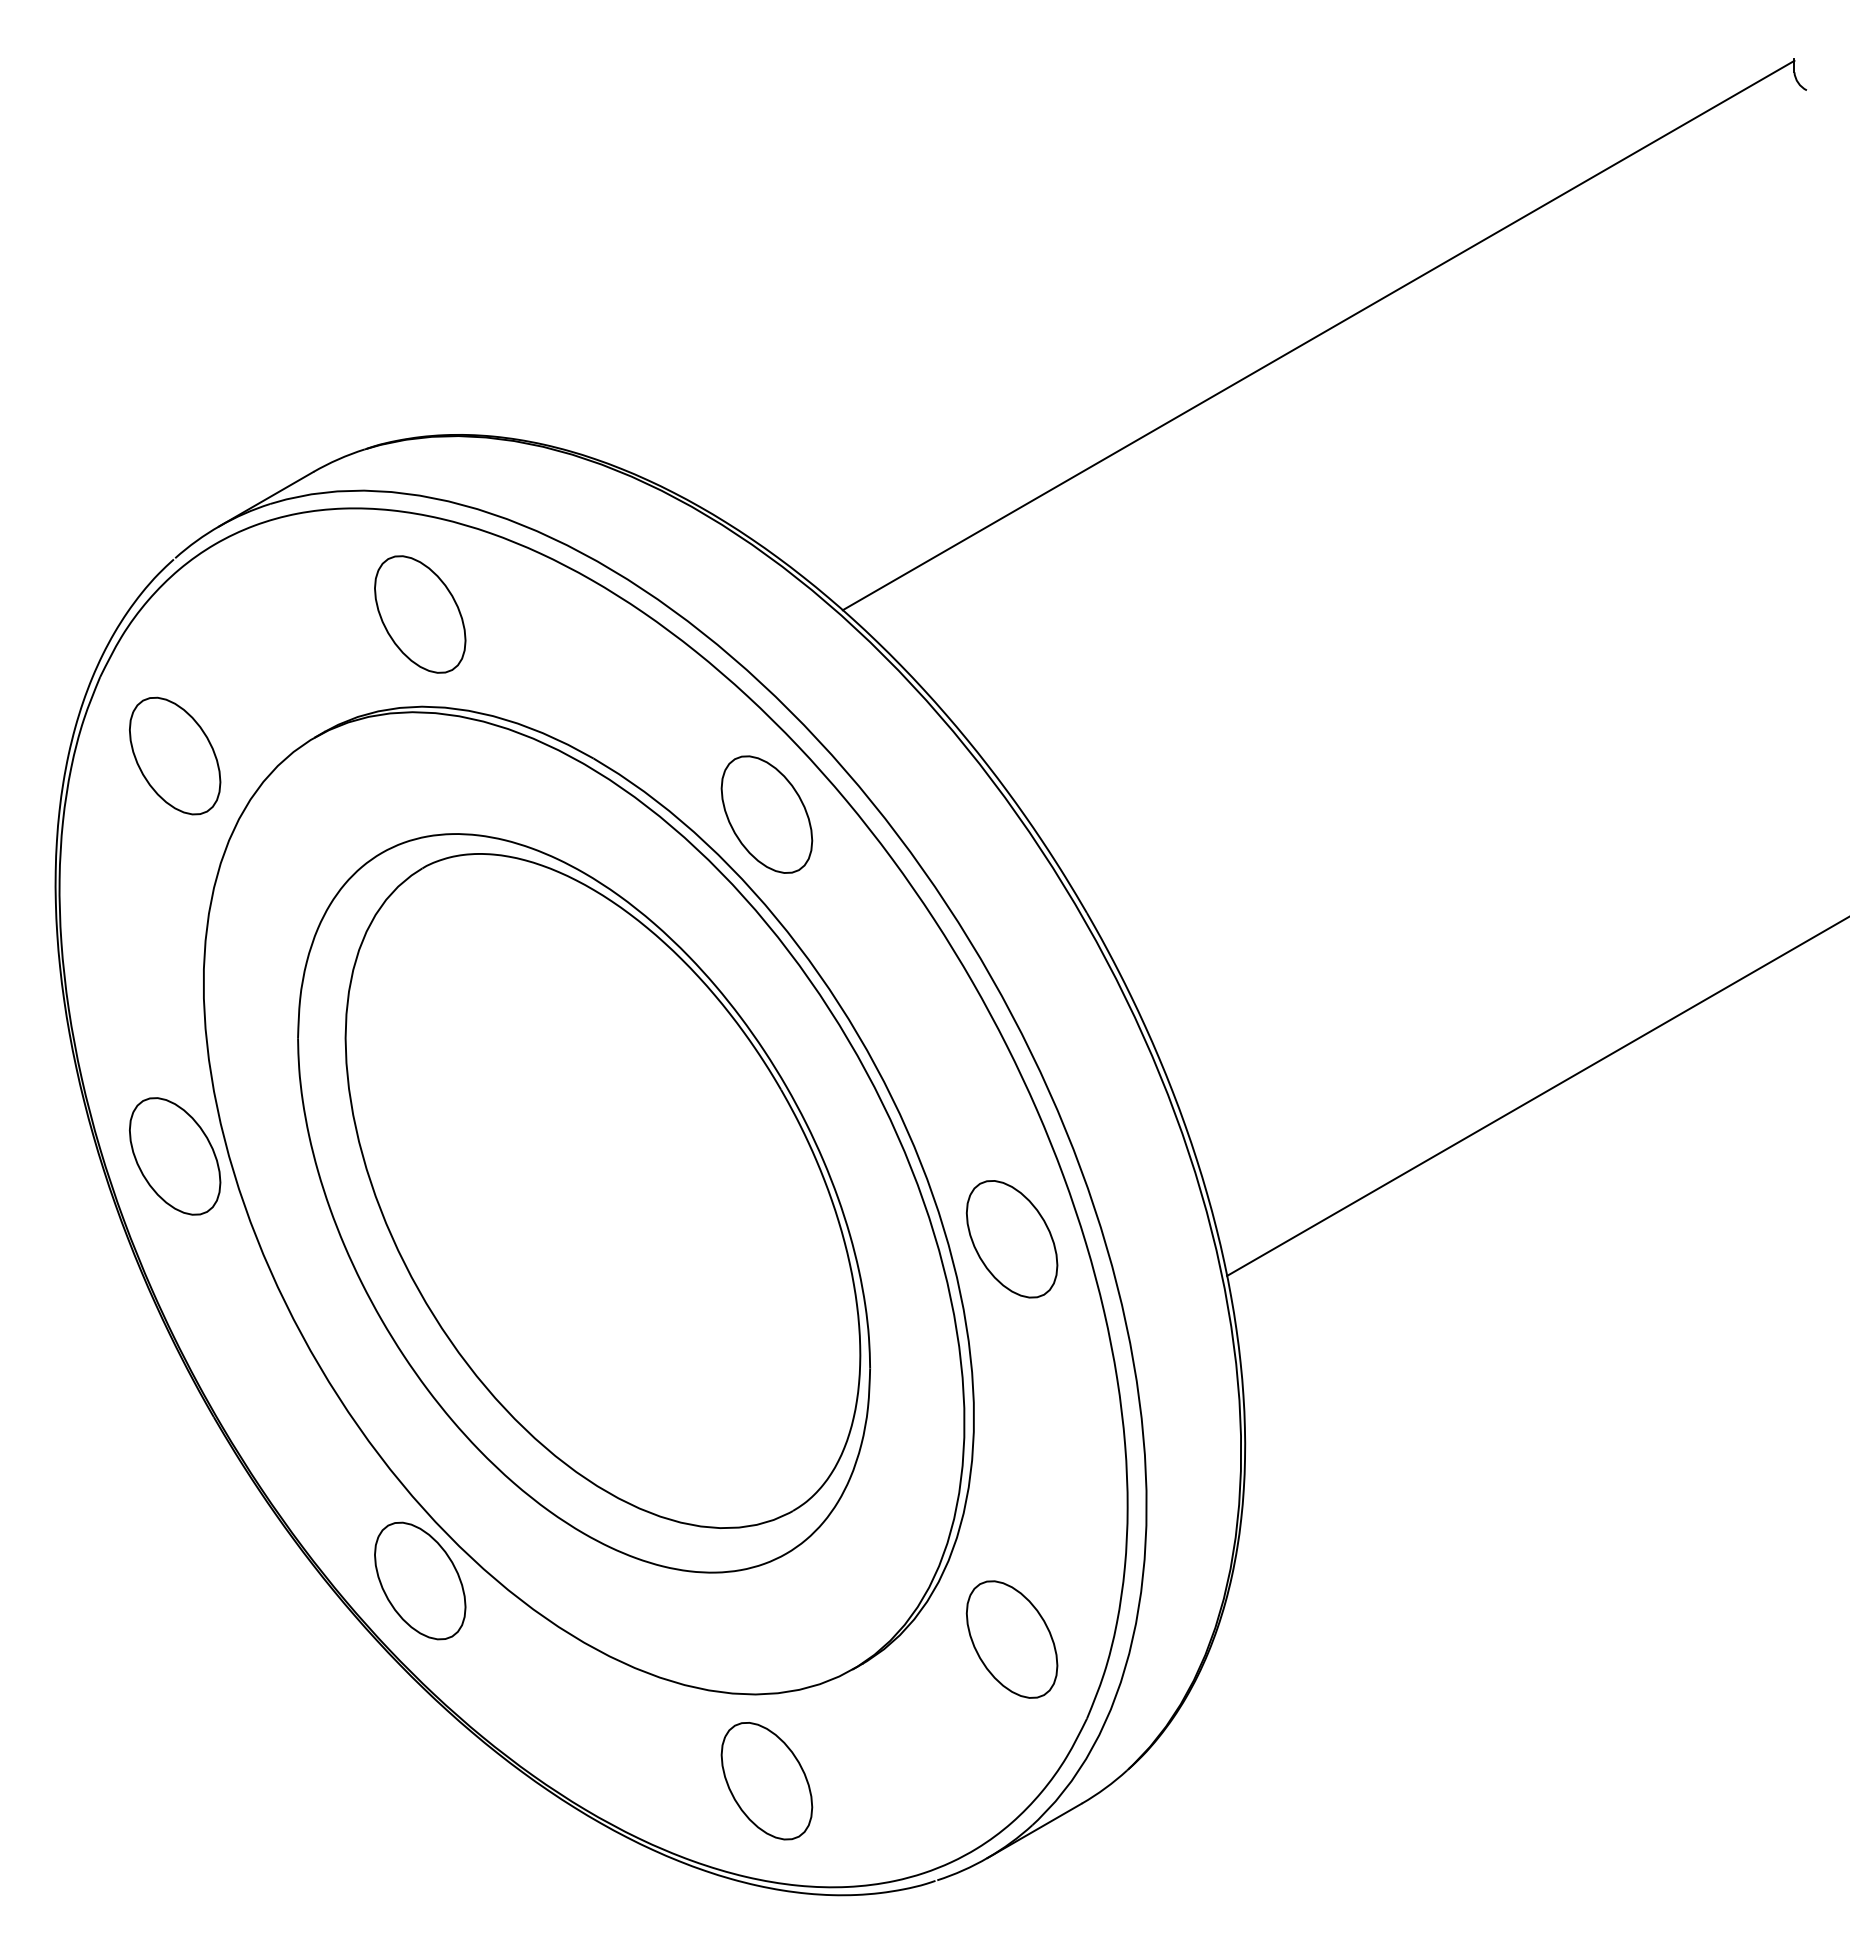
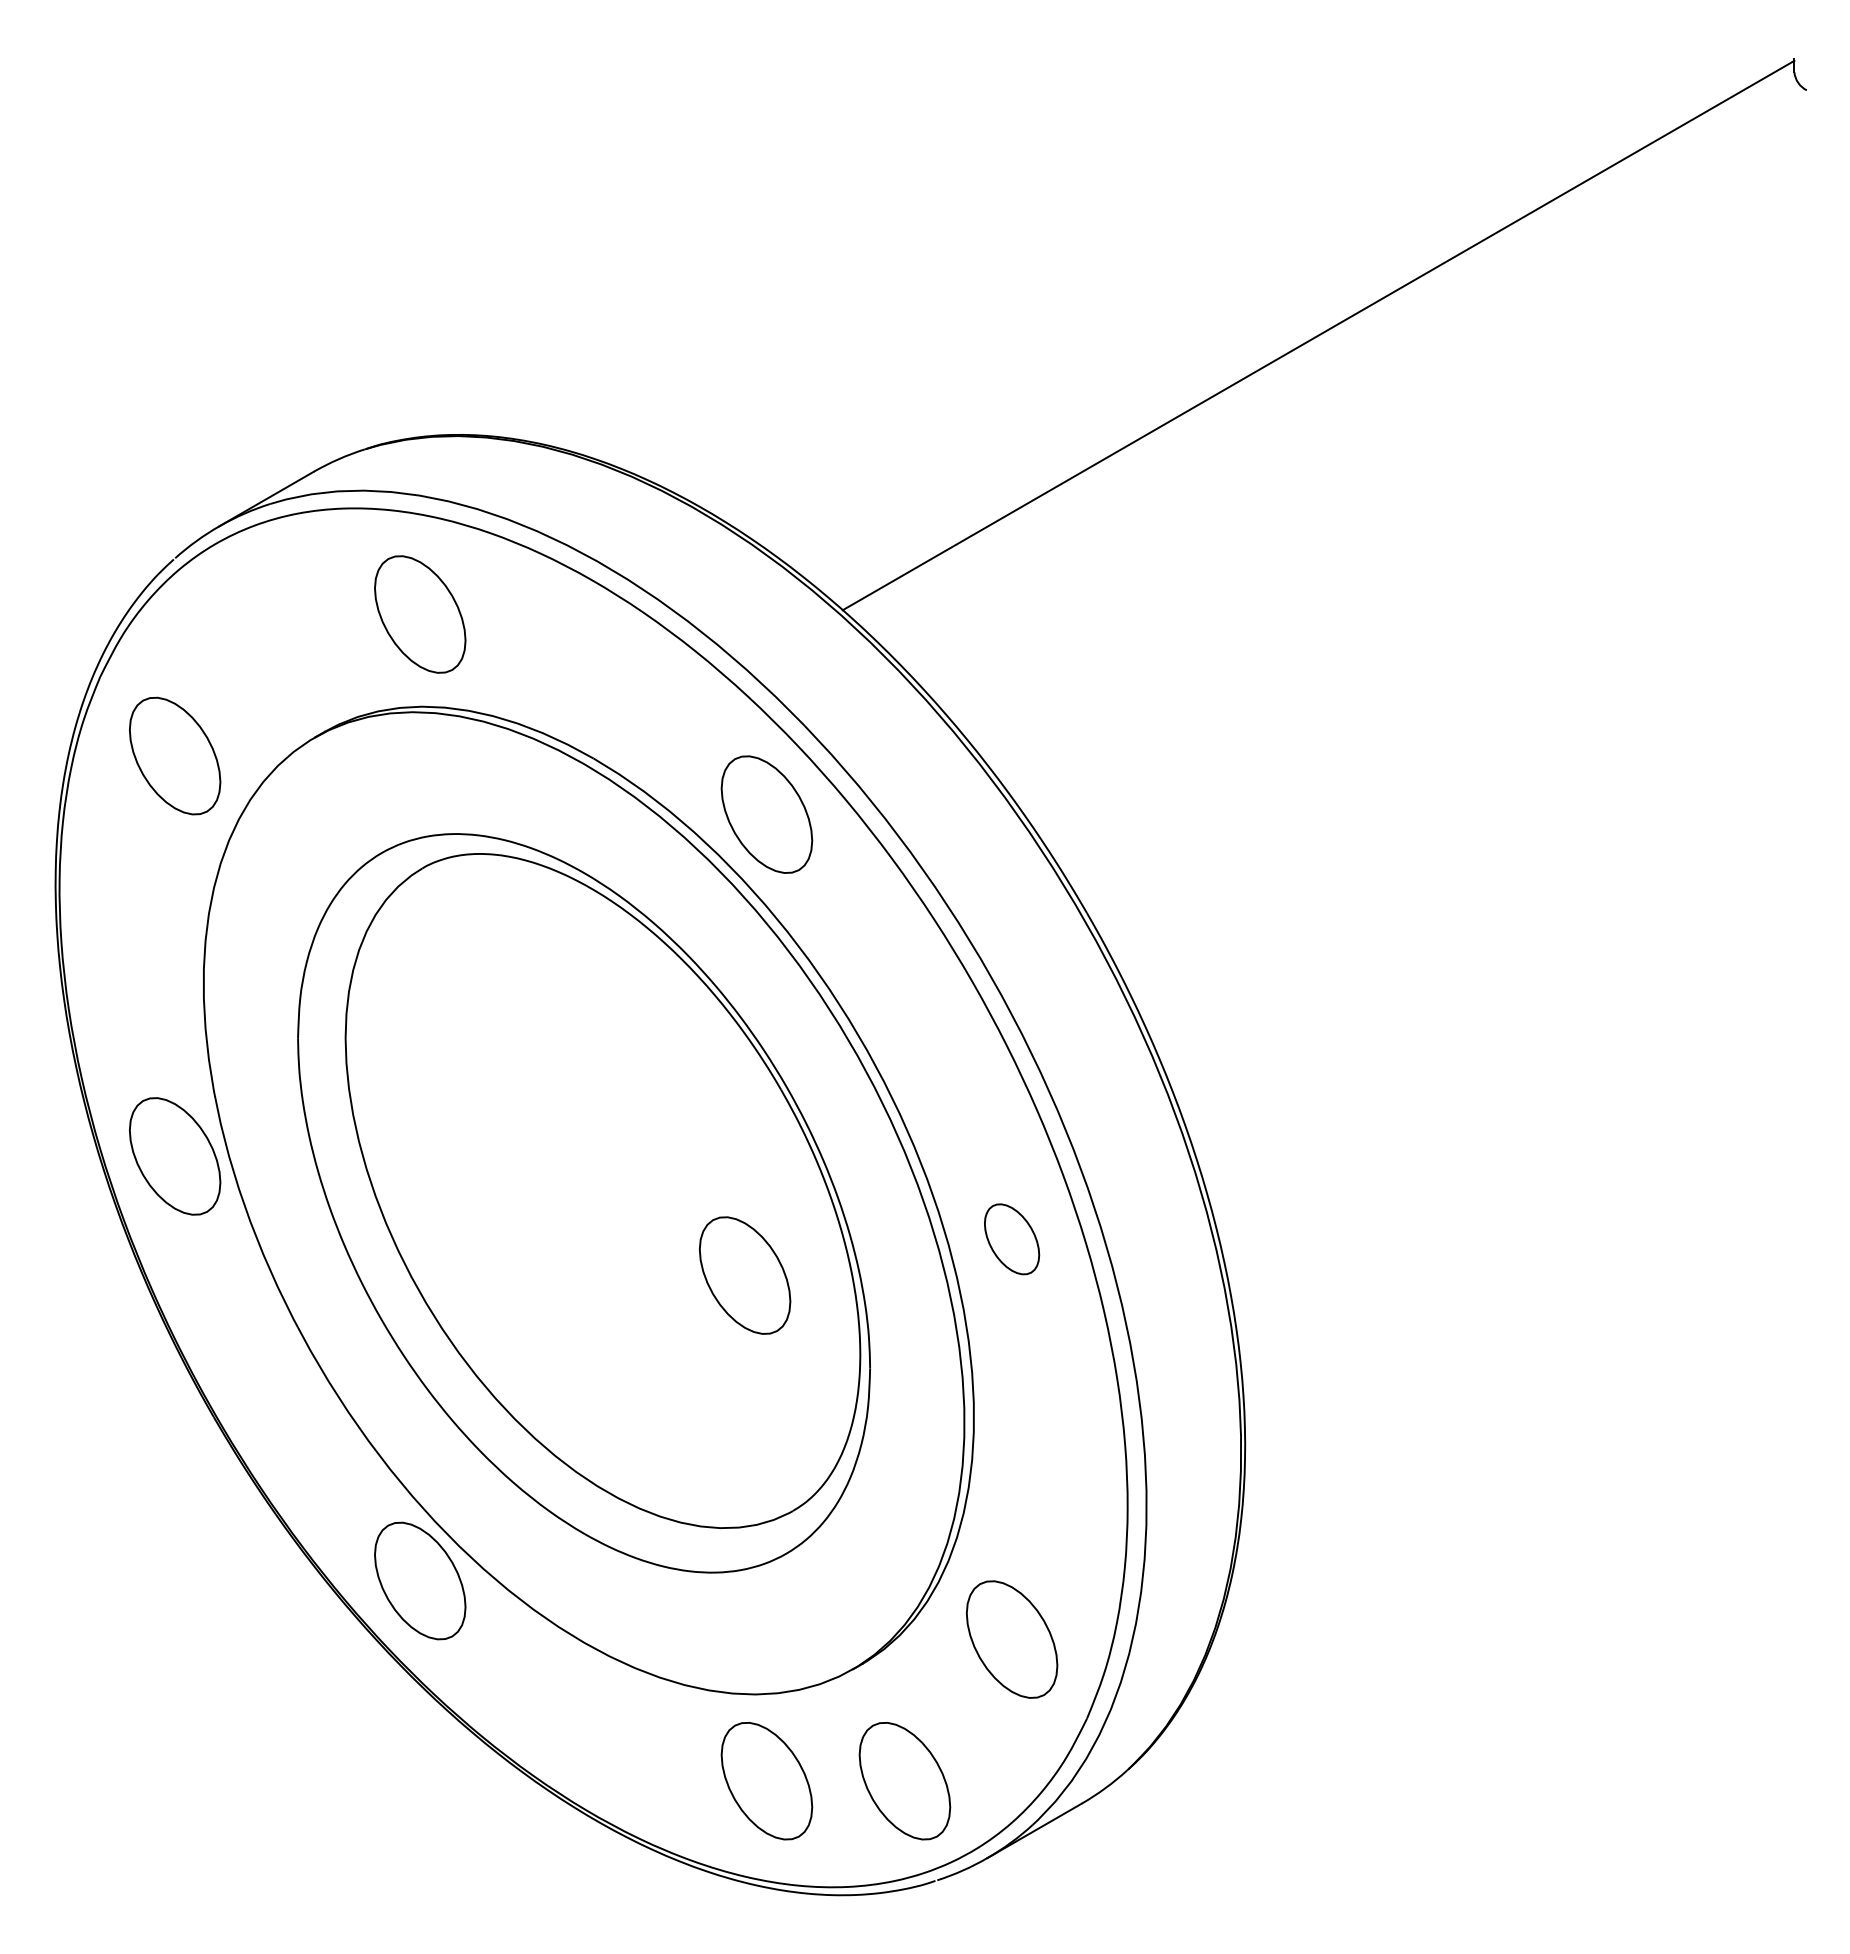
line at (1536, 1096): present -> none
part at (1011, 1239) size: 94x119 px -> 57x73 px
part at (744, 1275): none -> present
part at (904, 1781): none -> present
